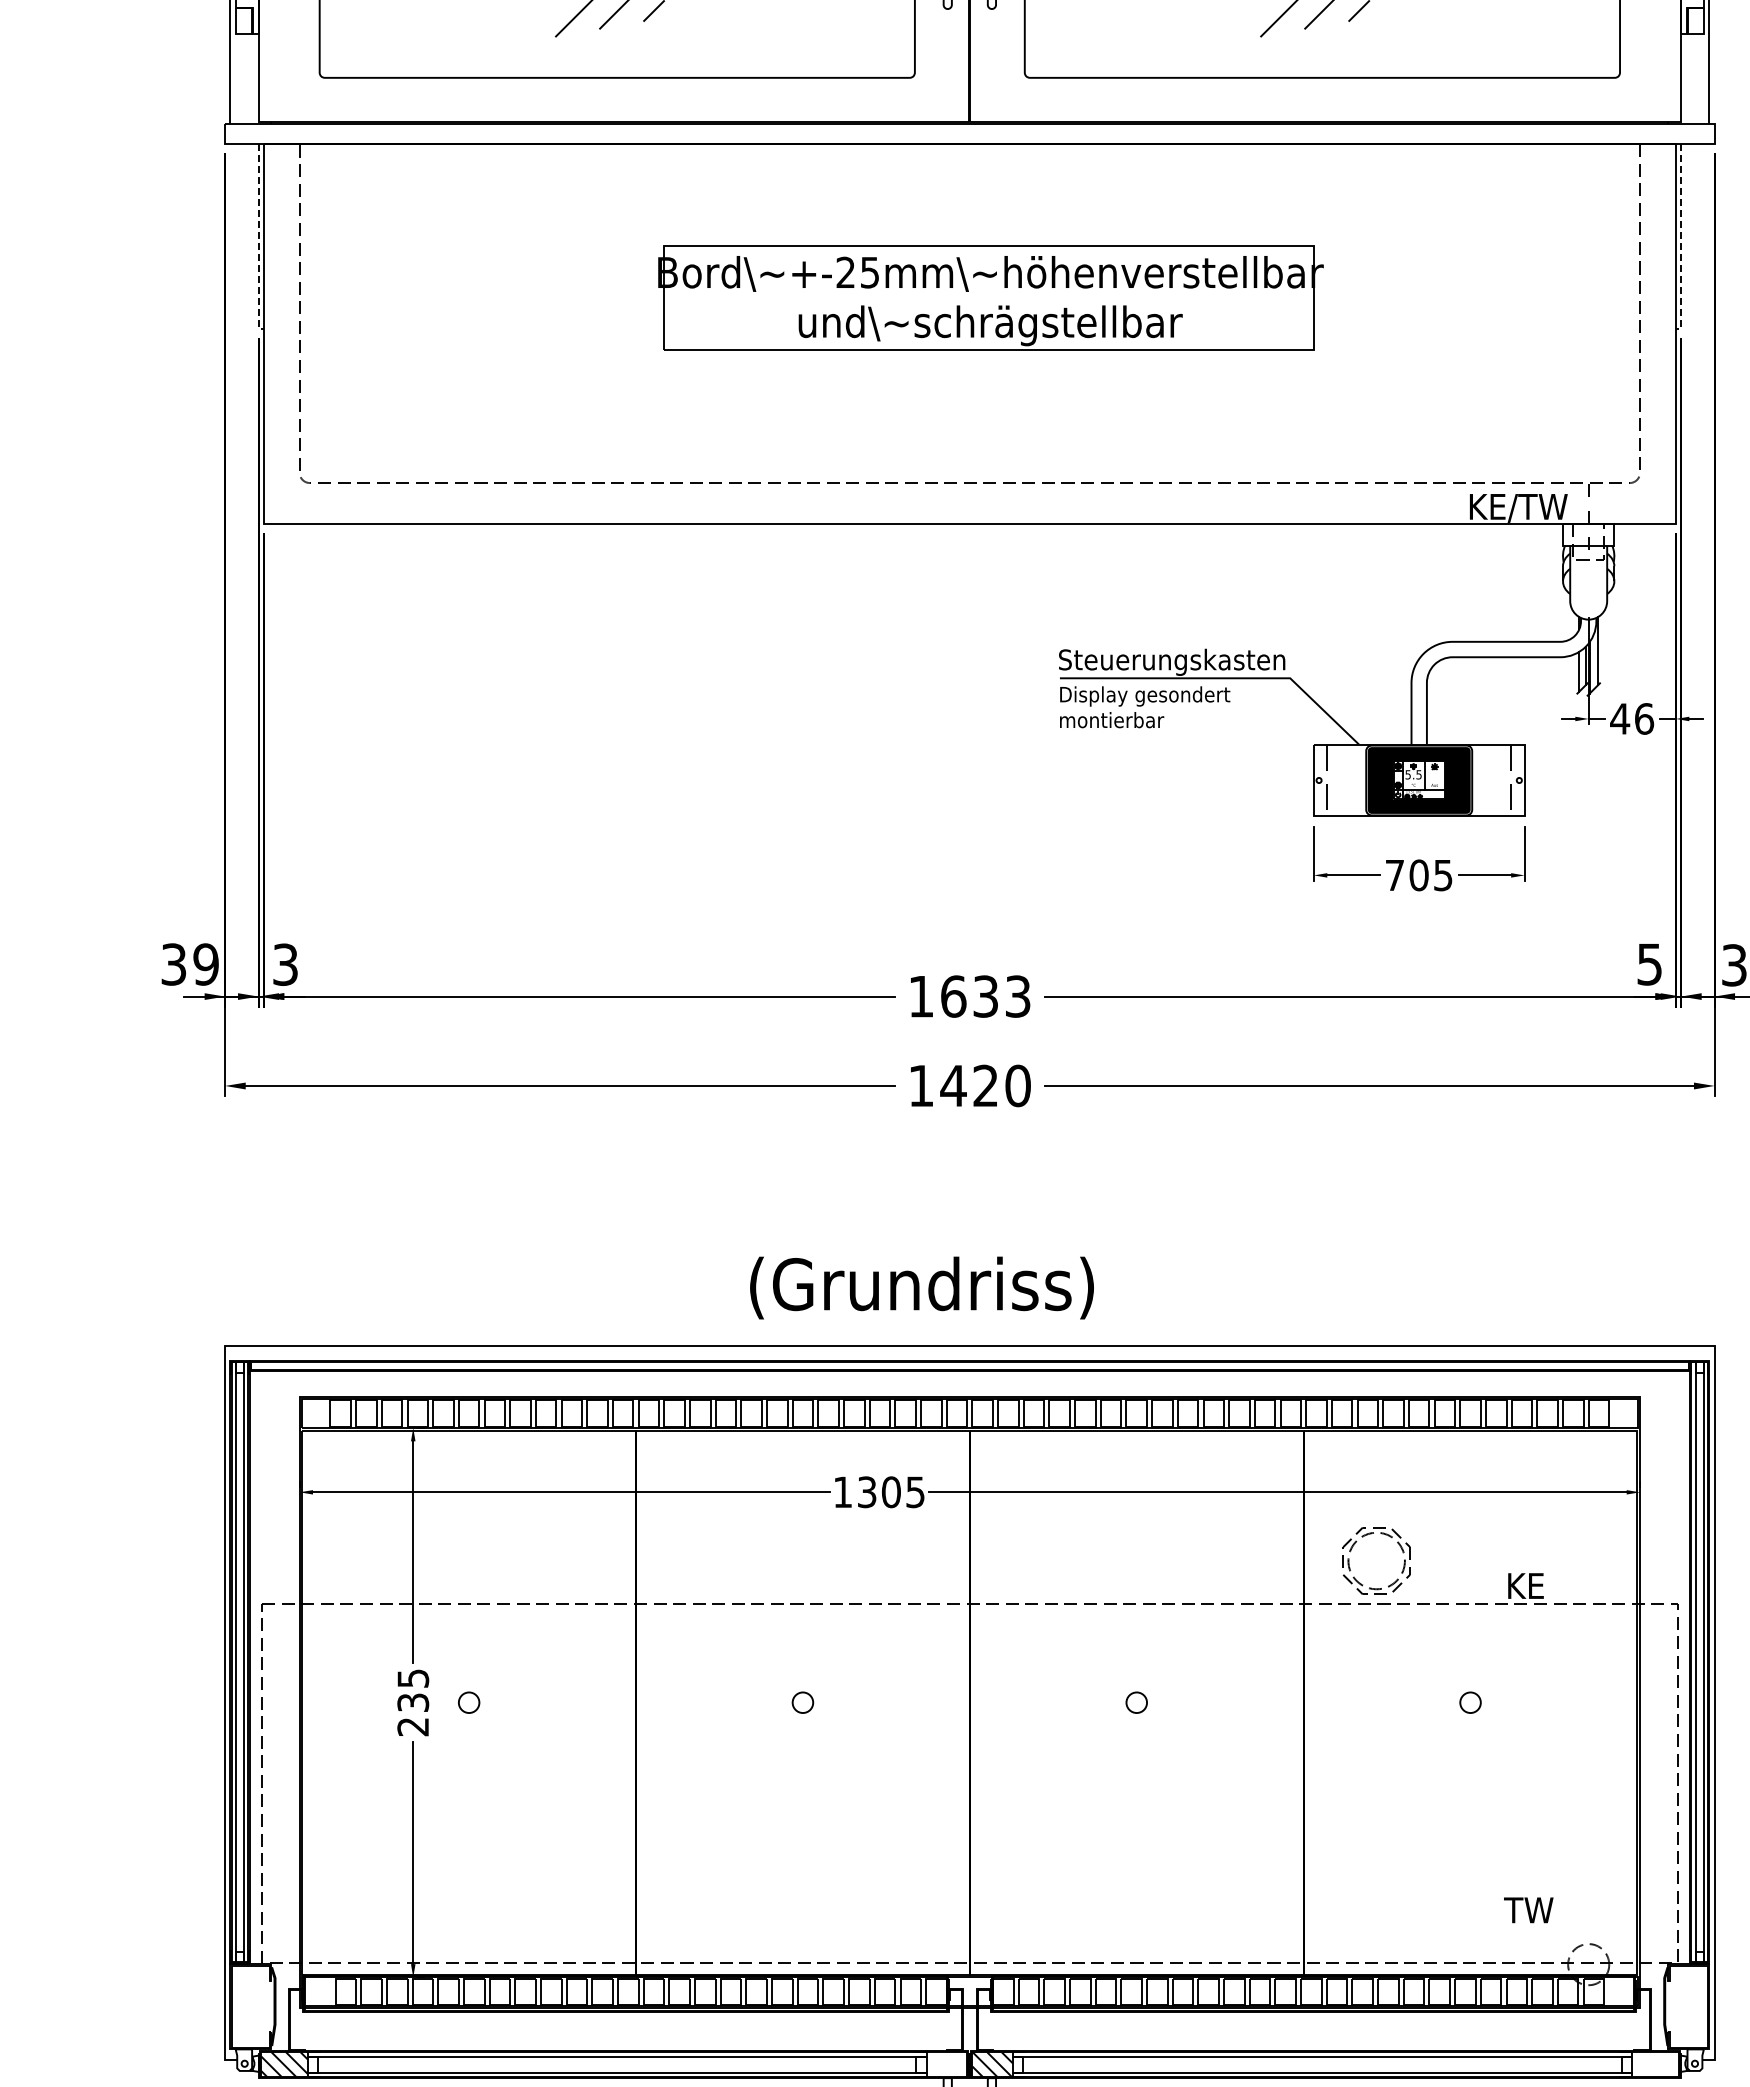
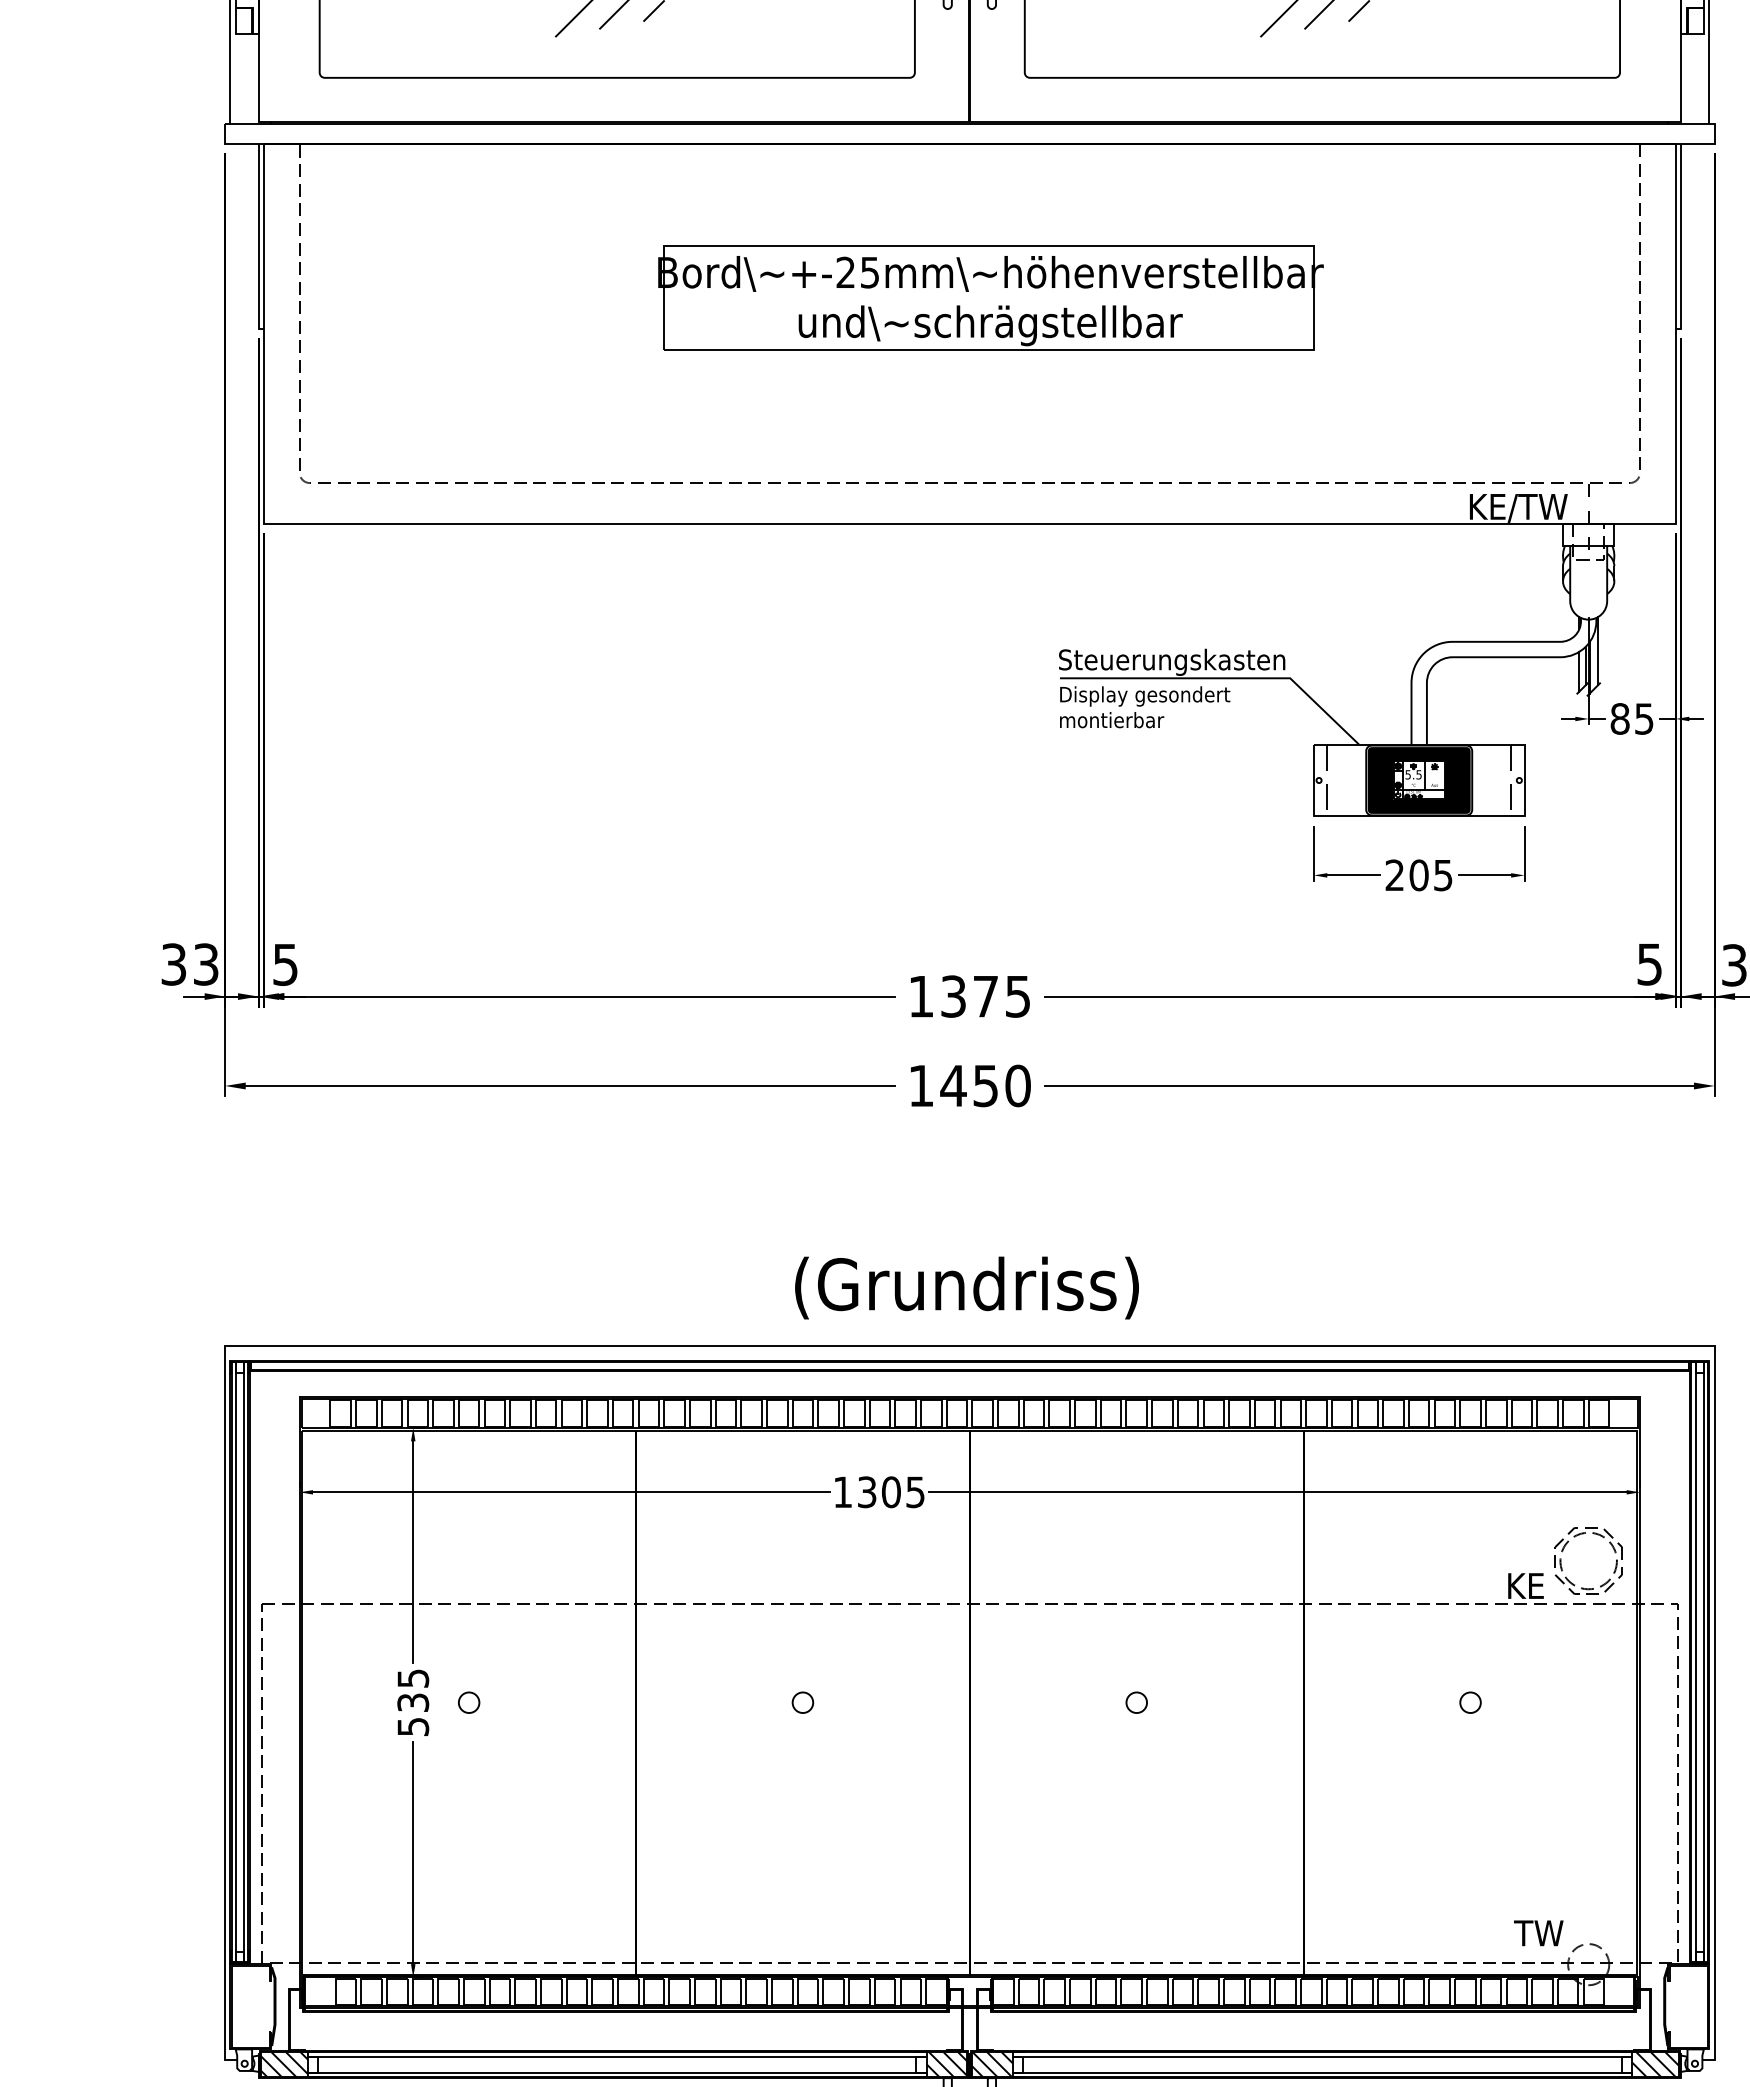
line at (258, 240): dashed -> solid
line at (1681, 240): dashed -> solid
text at (1632, 718): 46 -> 85
text at (1394, 874): 705 -> 205
text at (205, 964): 39 -> 33
text at (285, 964): 3 -> 5
text at (985, 996): 1633 -> 1375
text at (985, 1085): 1420 -> 1450
text at (921, 1287) position: (921, 1287) -> (966, 1287)
part at (1365, 1536) position: (1365, 1536) -> (1577, 1536)
text at (413, 1727): 235 -> 535
text at (1528, 1910) position: (1528, 1910) -> (1538, 1933)
hatch at (947, 2064): none -> present
hatch at (1654, 2064): none -> present
